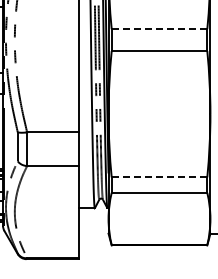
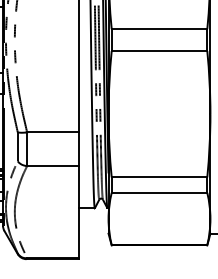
line at (159, 29): dashed -> solid
line at (159, 177): dashed -> solid
